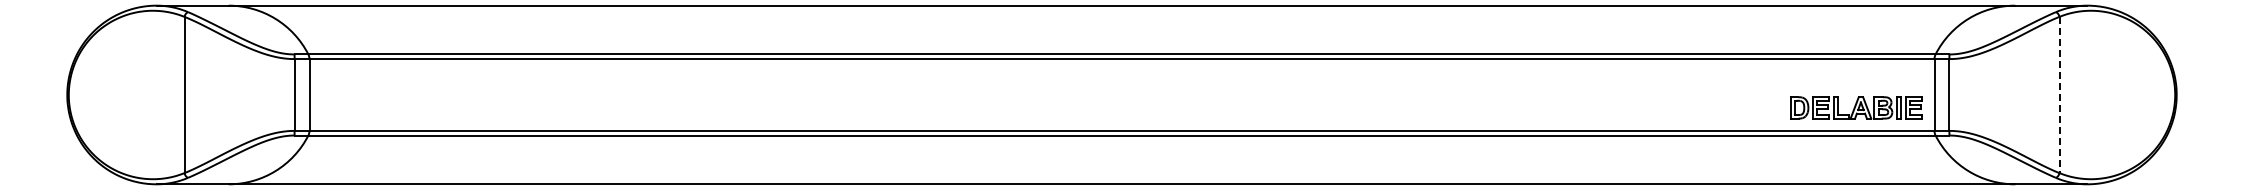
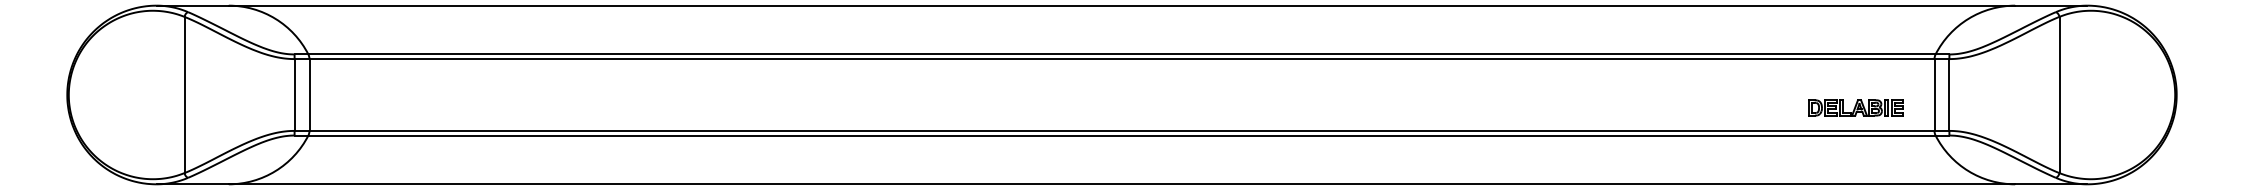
line at (2059, 95): dashed -> solid
part at (1856, 107) size: 133x24 px -> 96x18 px
